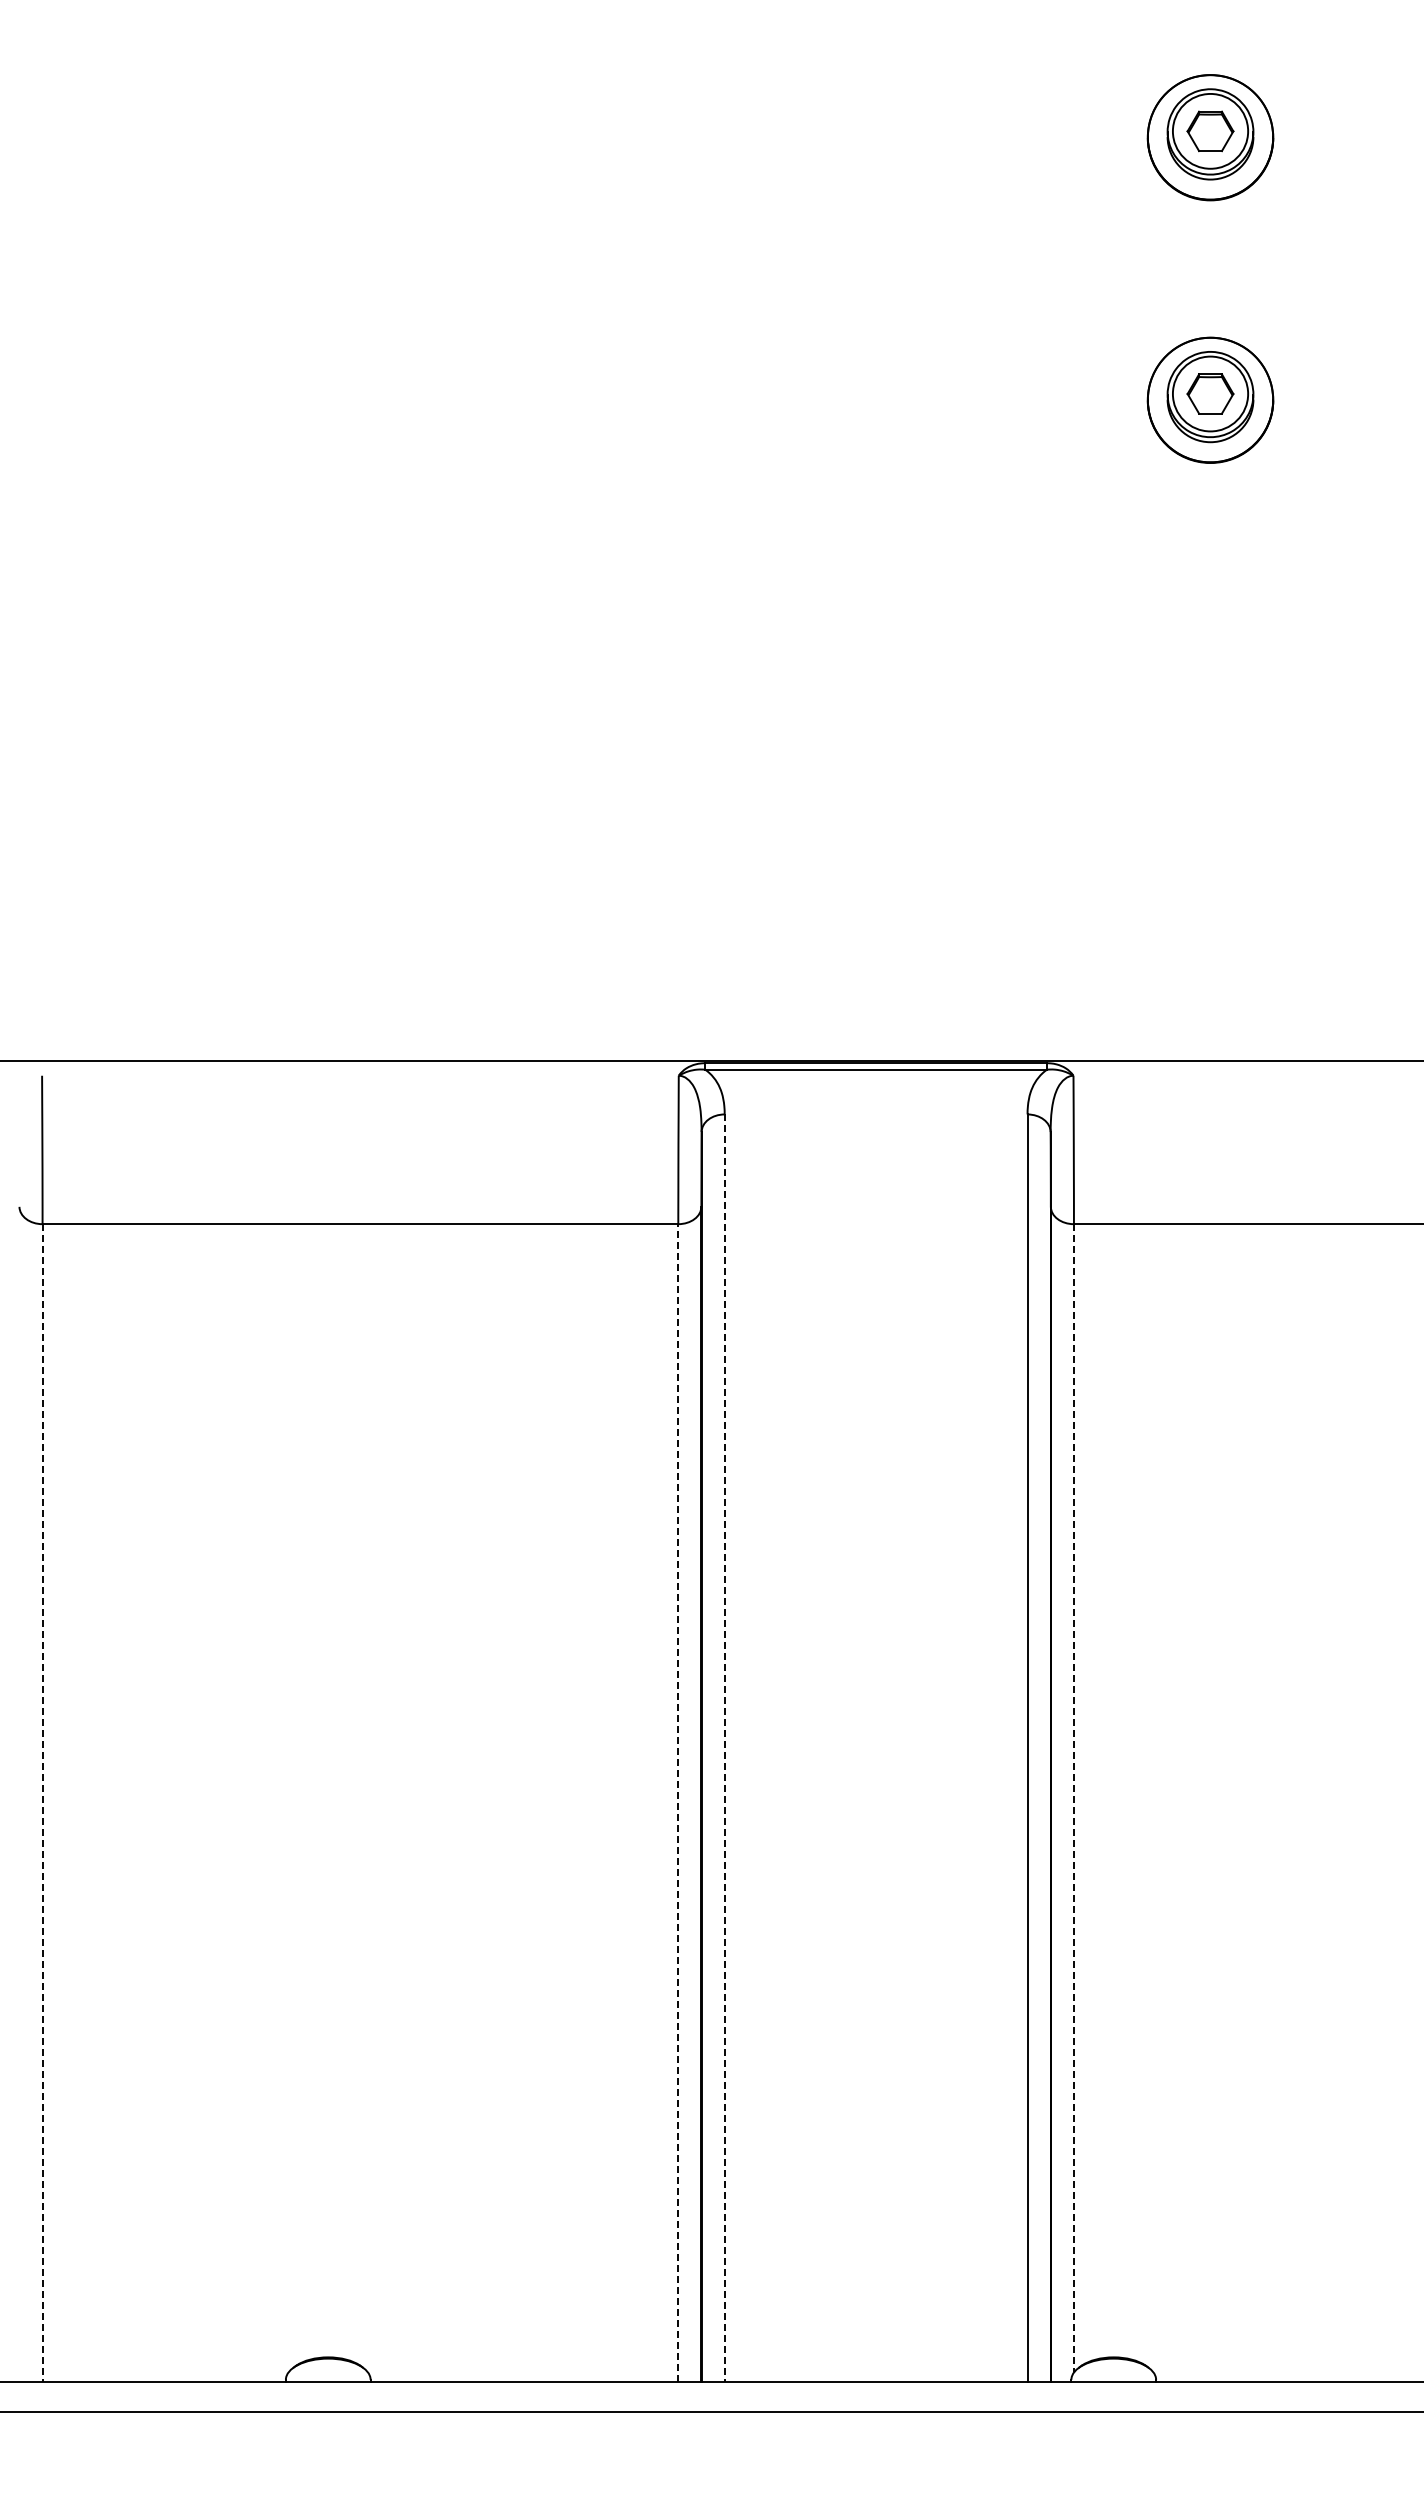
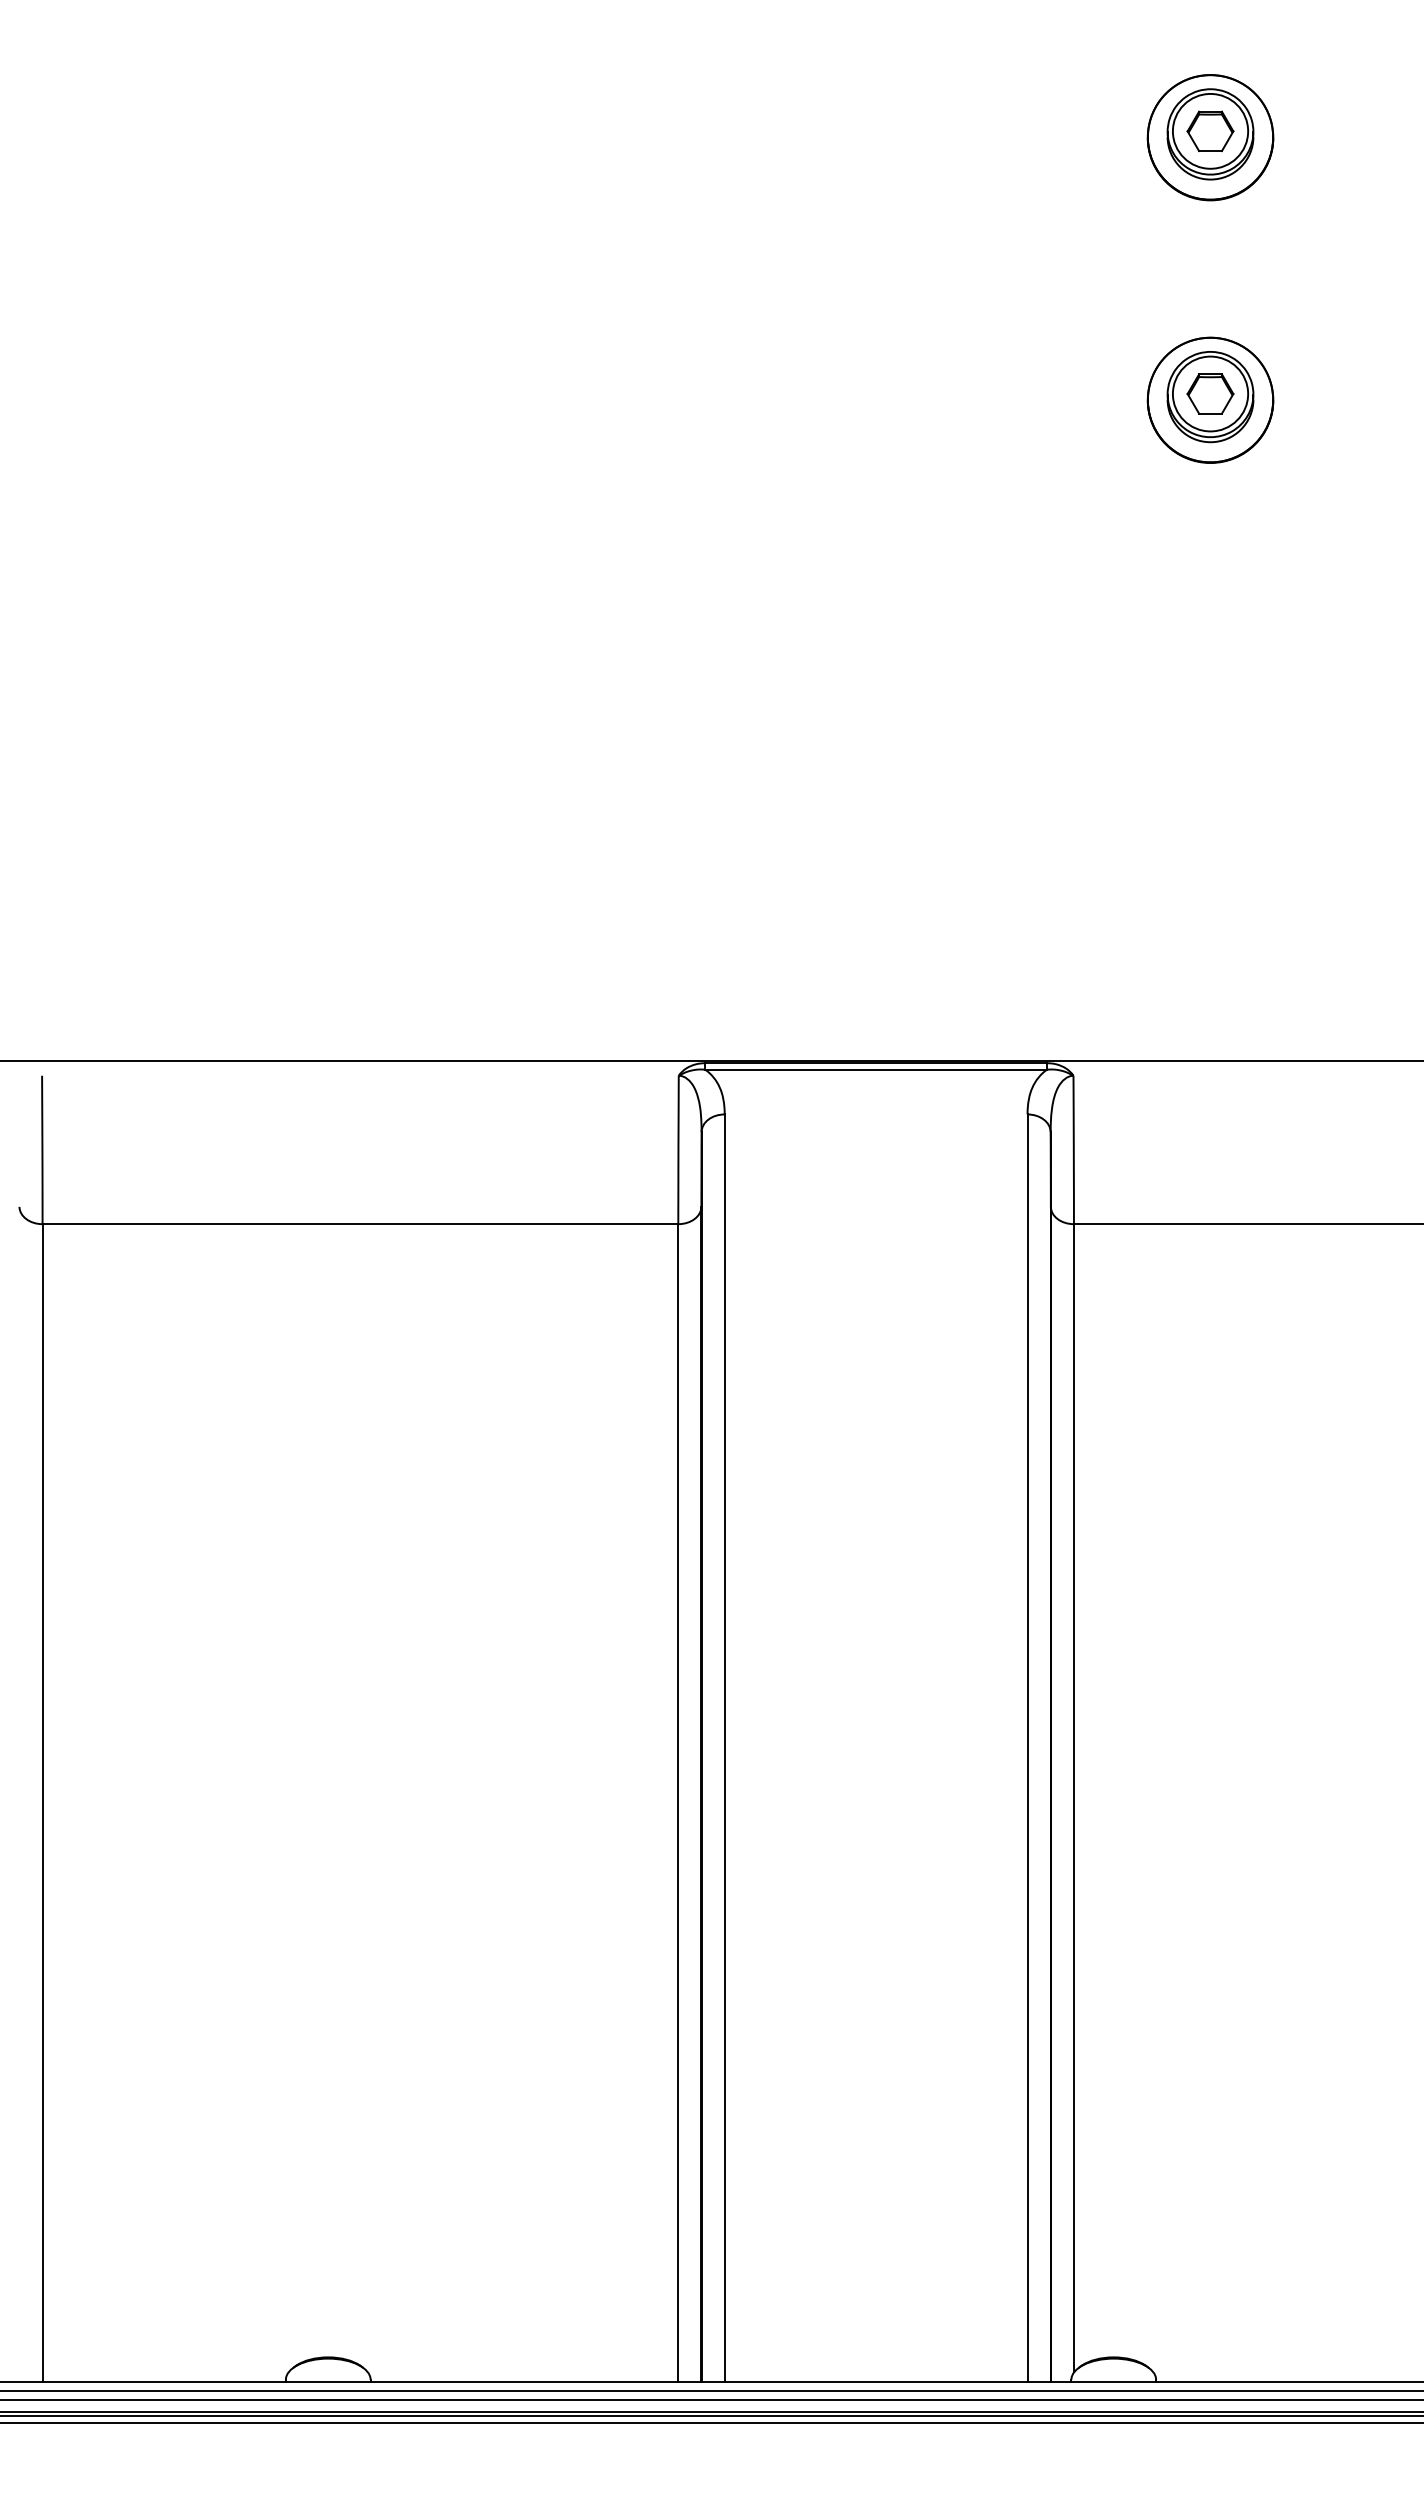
line at (724, 1748): dashed -> solid
line at (1073, 1798): dashed -> solid
line at (42, 1802): dashed -> solid
line at (678, 1802): dashed -> solid
line at (711, 2391): none -> present
line at (711, 2399): none -> present
line at (711, 2415): none -> present
line at (711, 2423): none -> present
